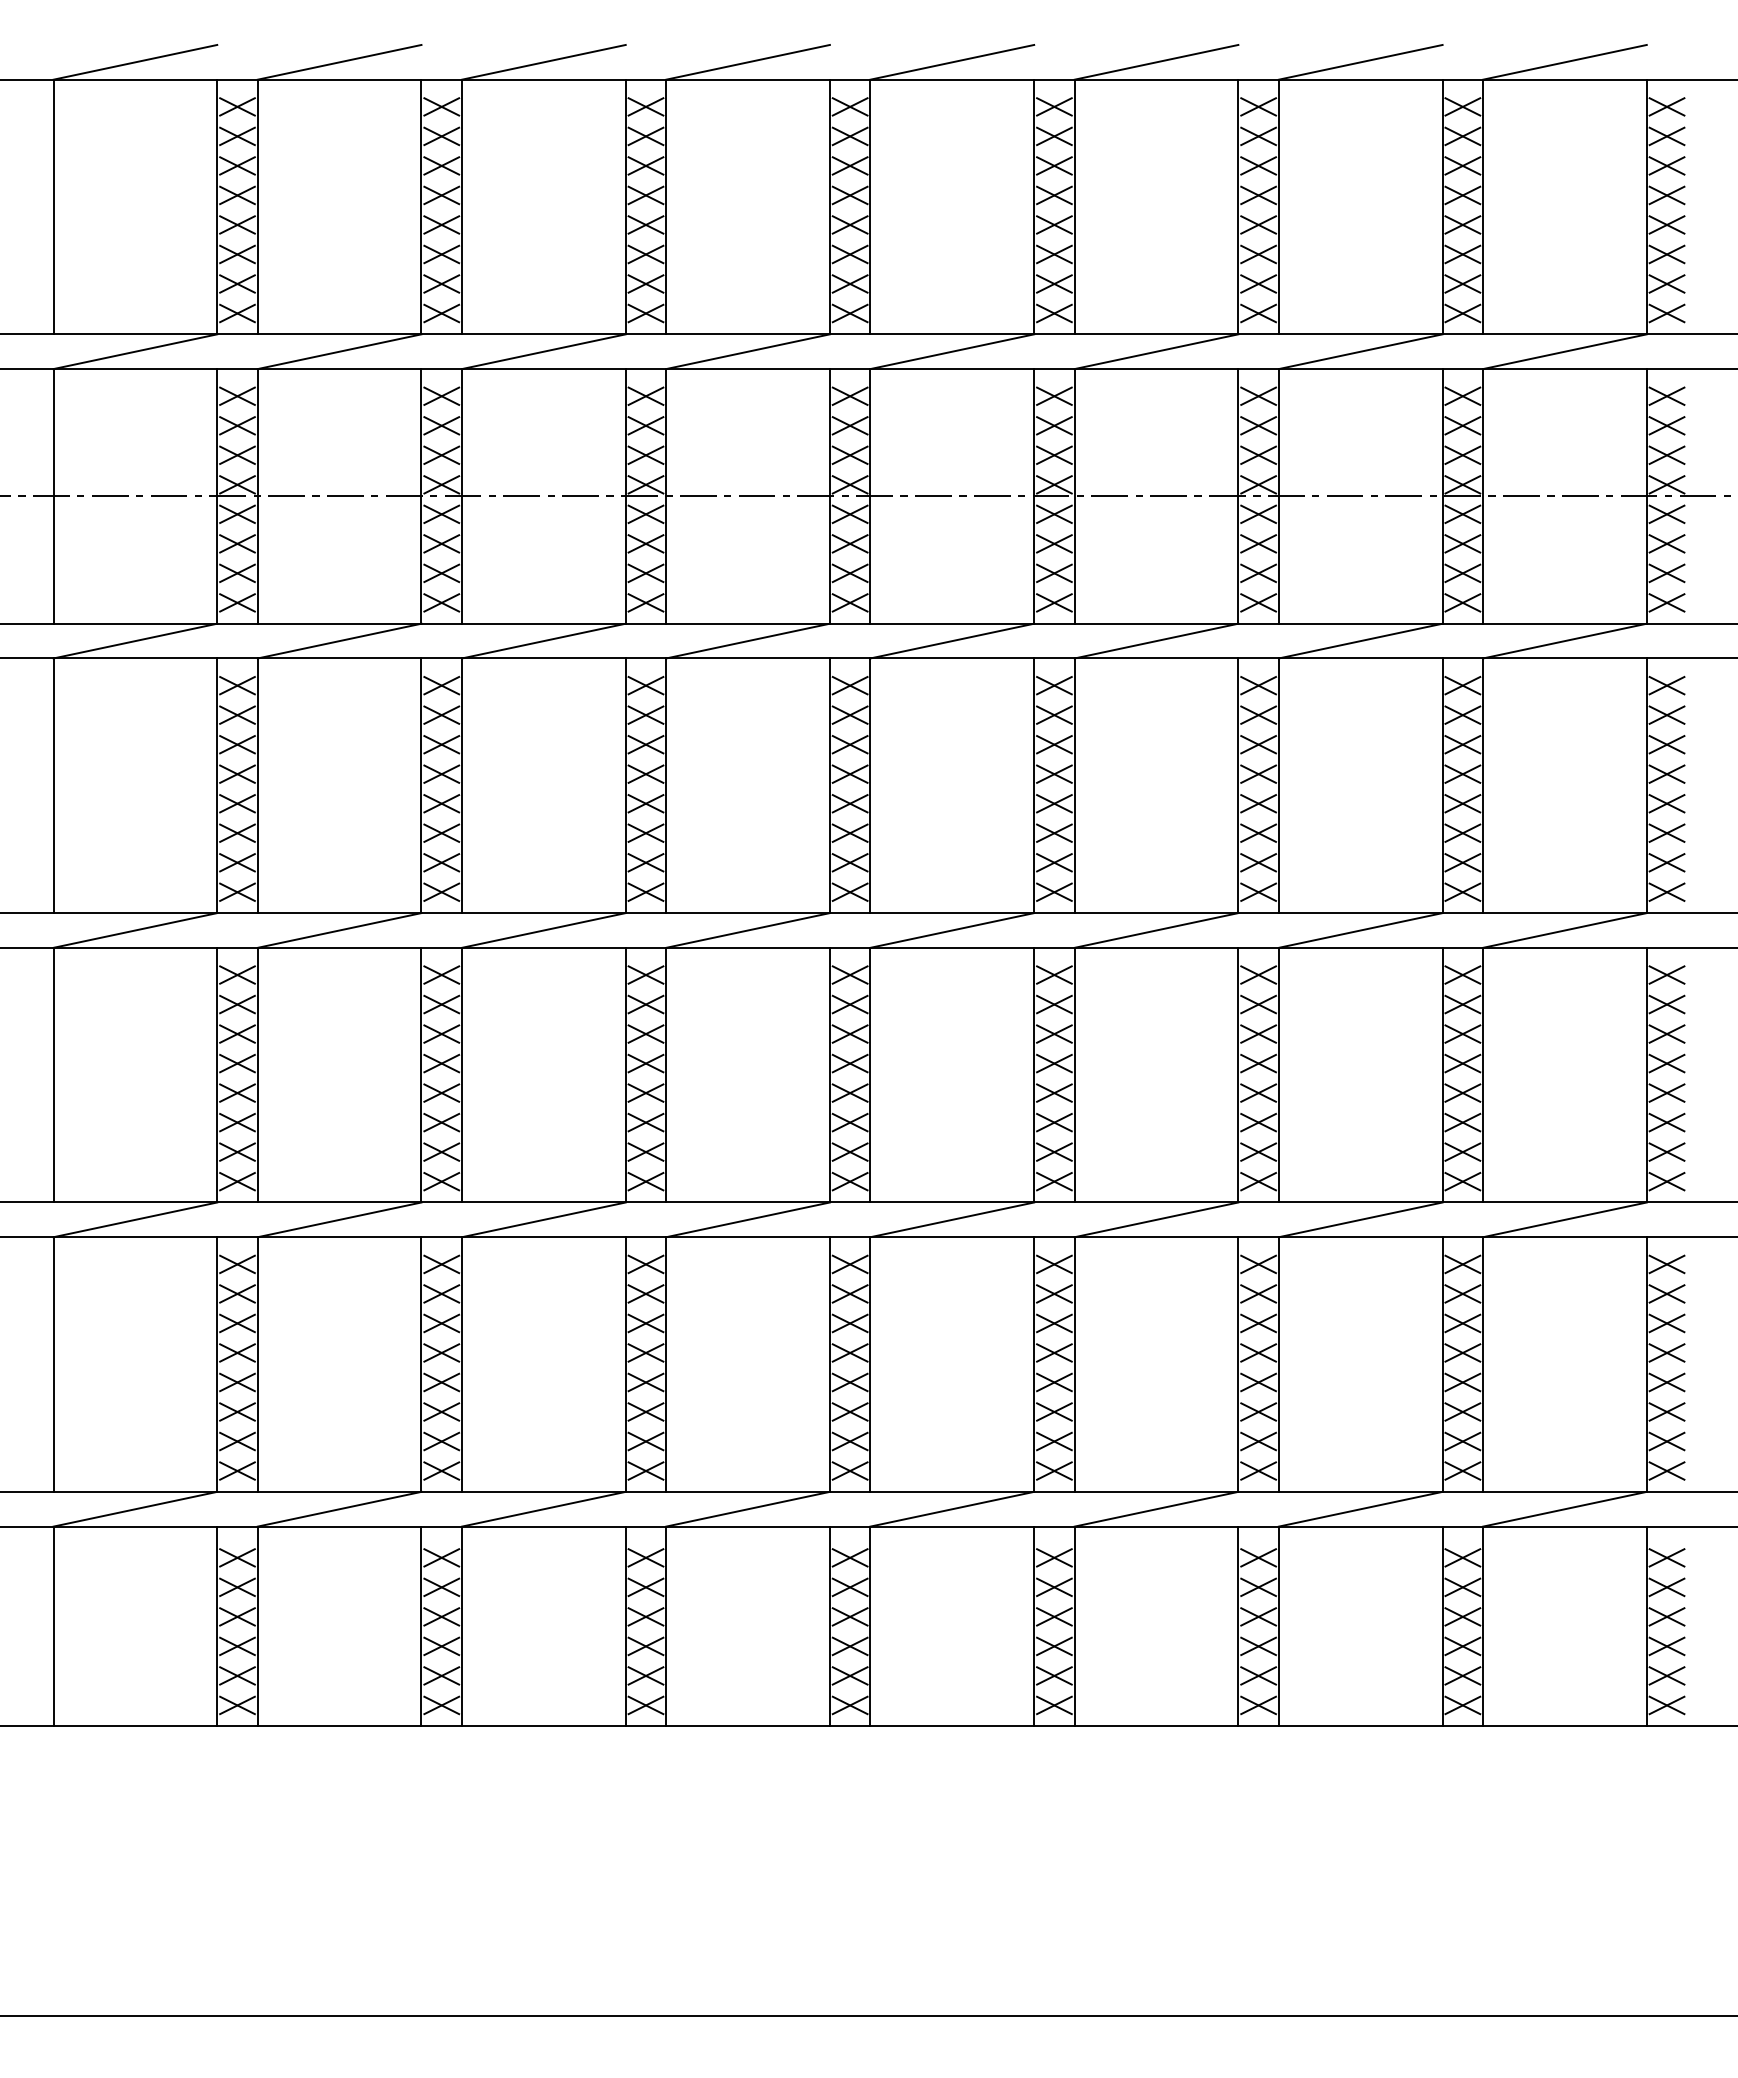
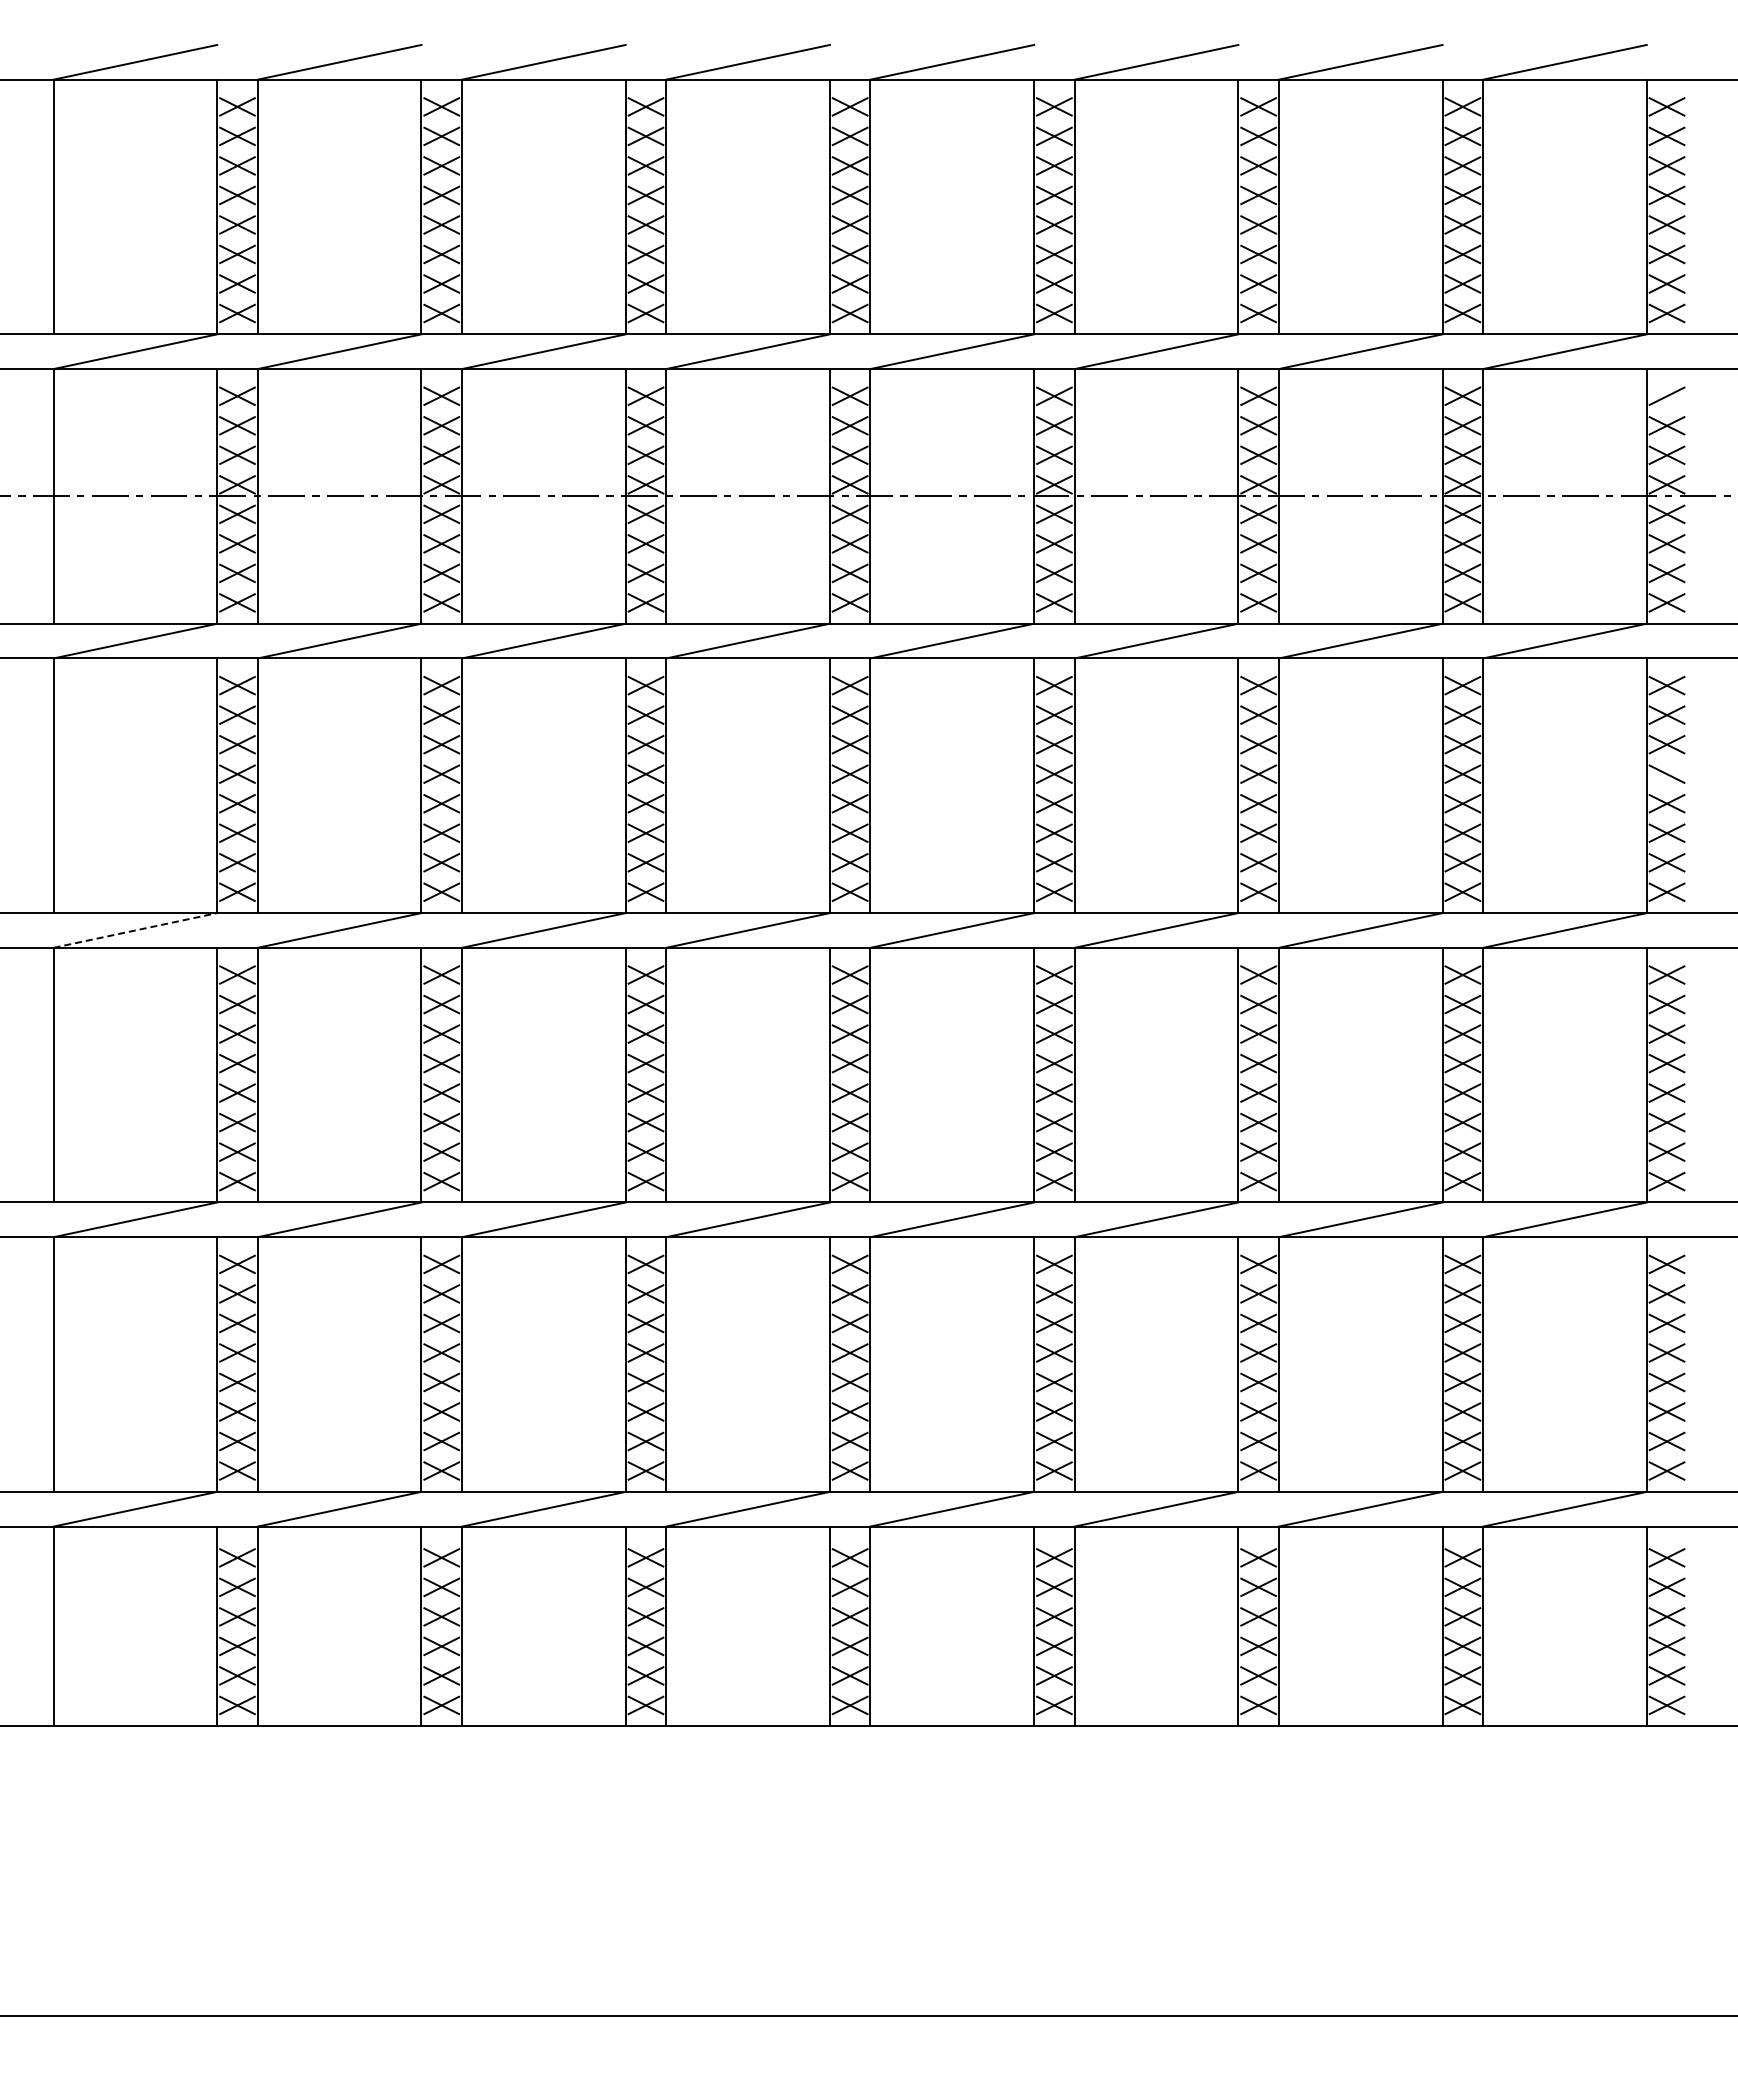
line at (1666, 395): present -> none
line at (1666, 773): present -> none
line at (135, 930): solid -> dashed
